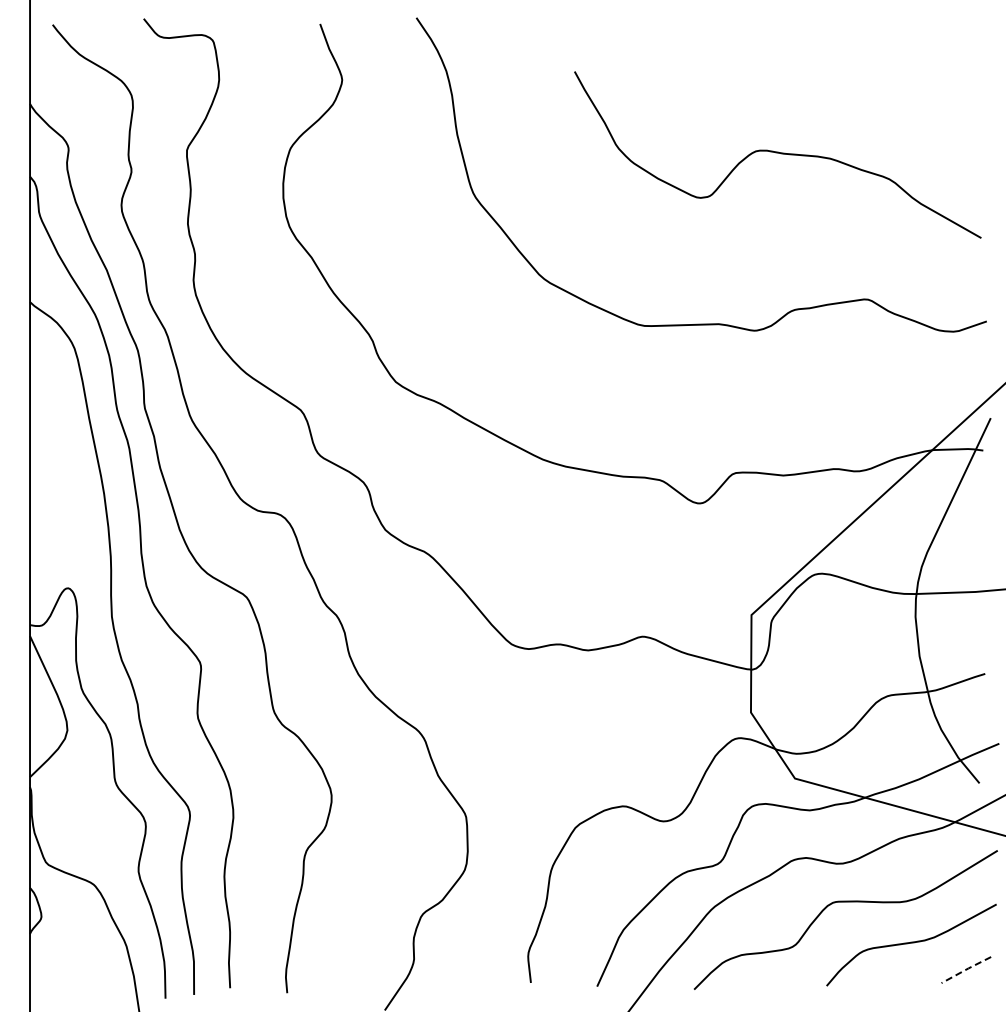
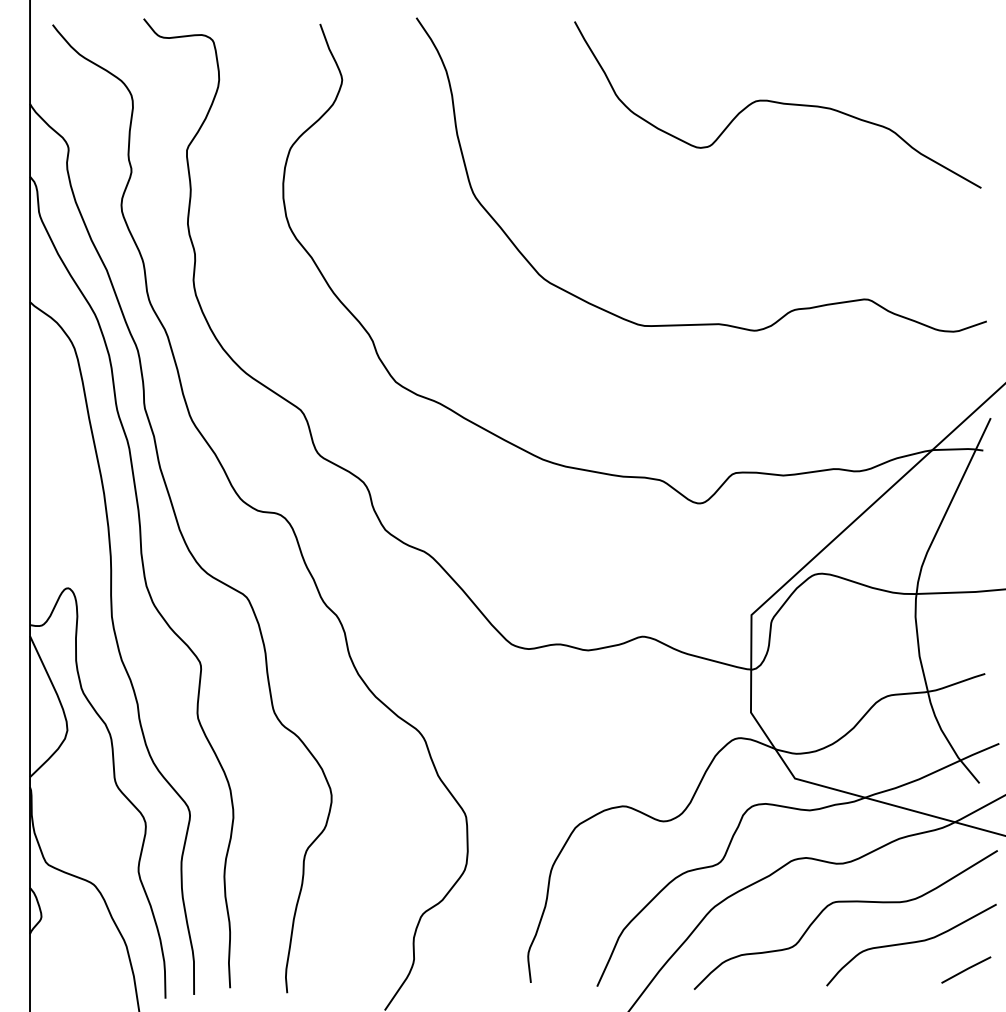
curve at (777, 153) position: (777, 153) -> (777, 103)
line at (966, 969): dashed -> solid
